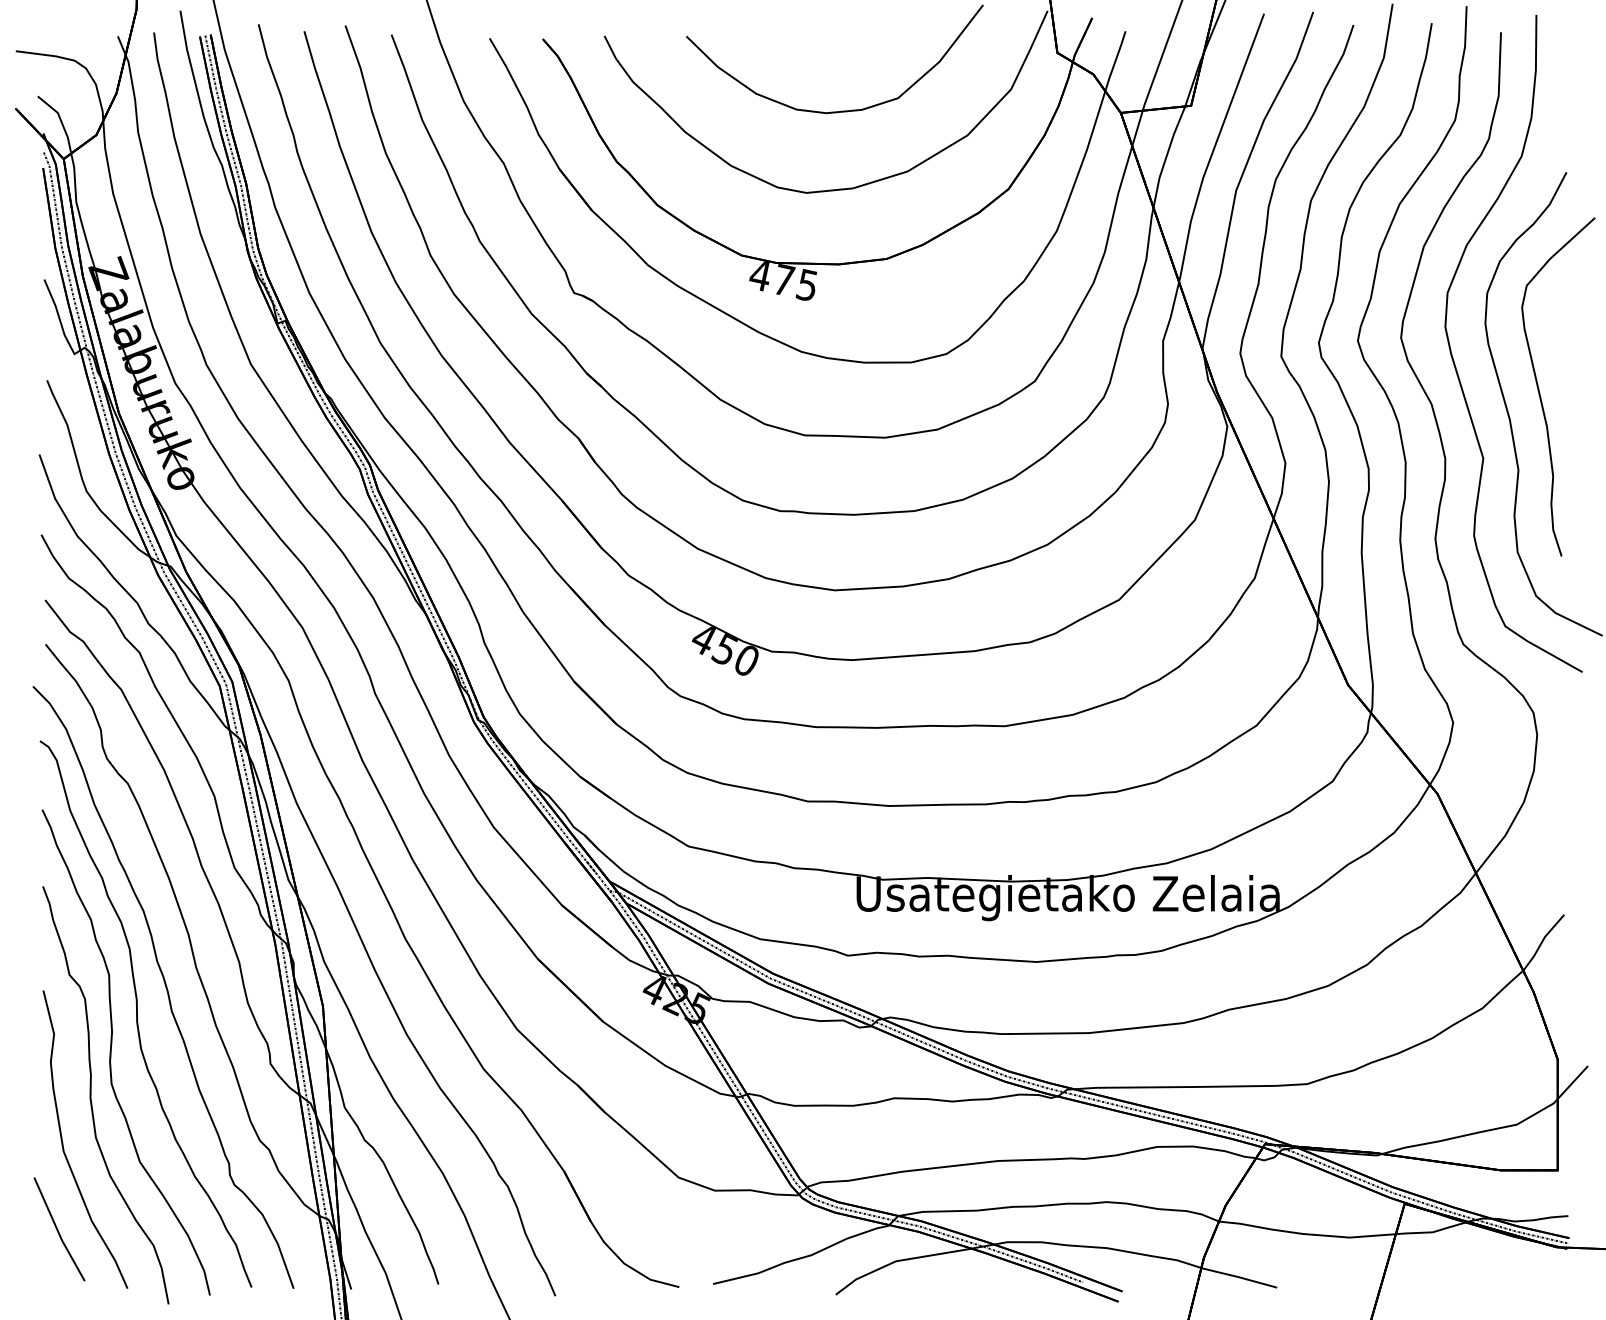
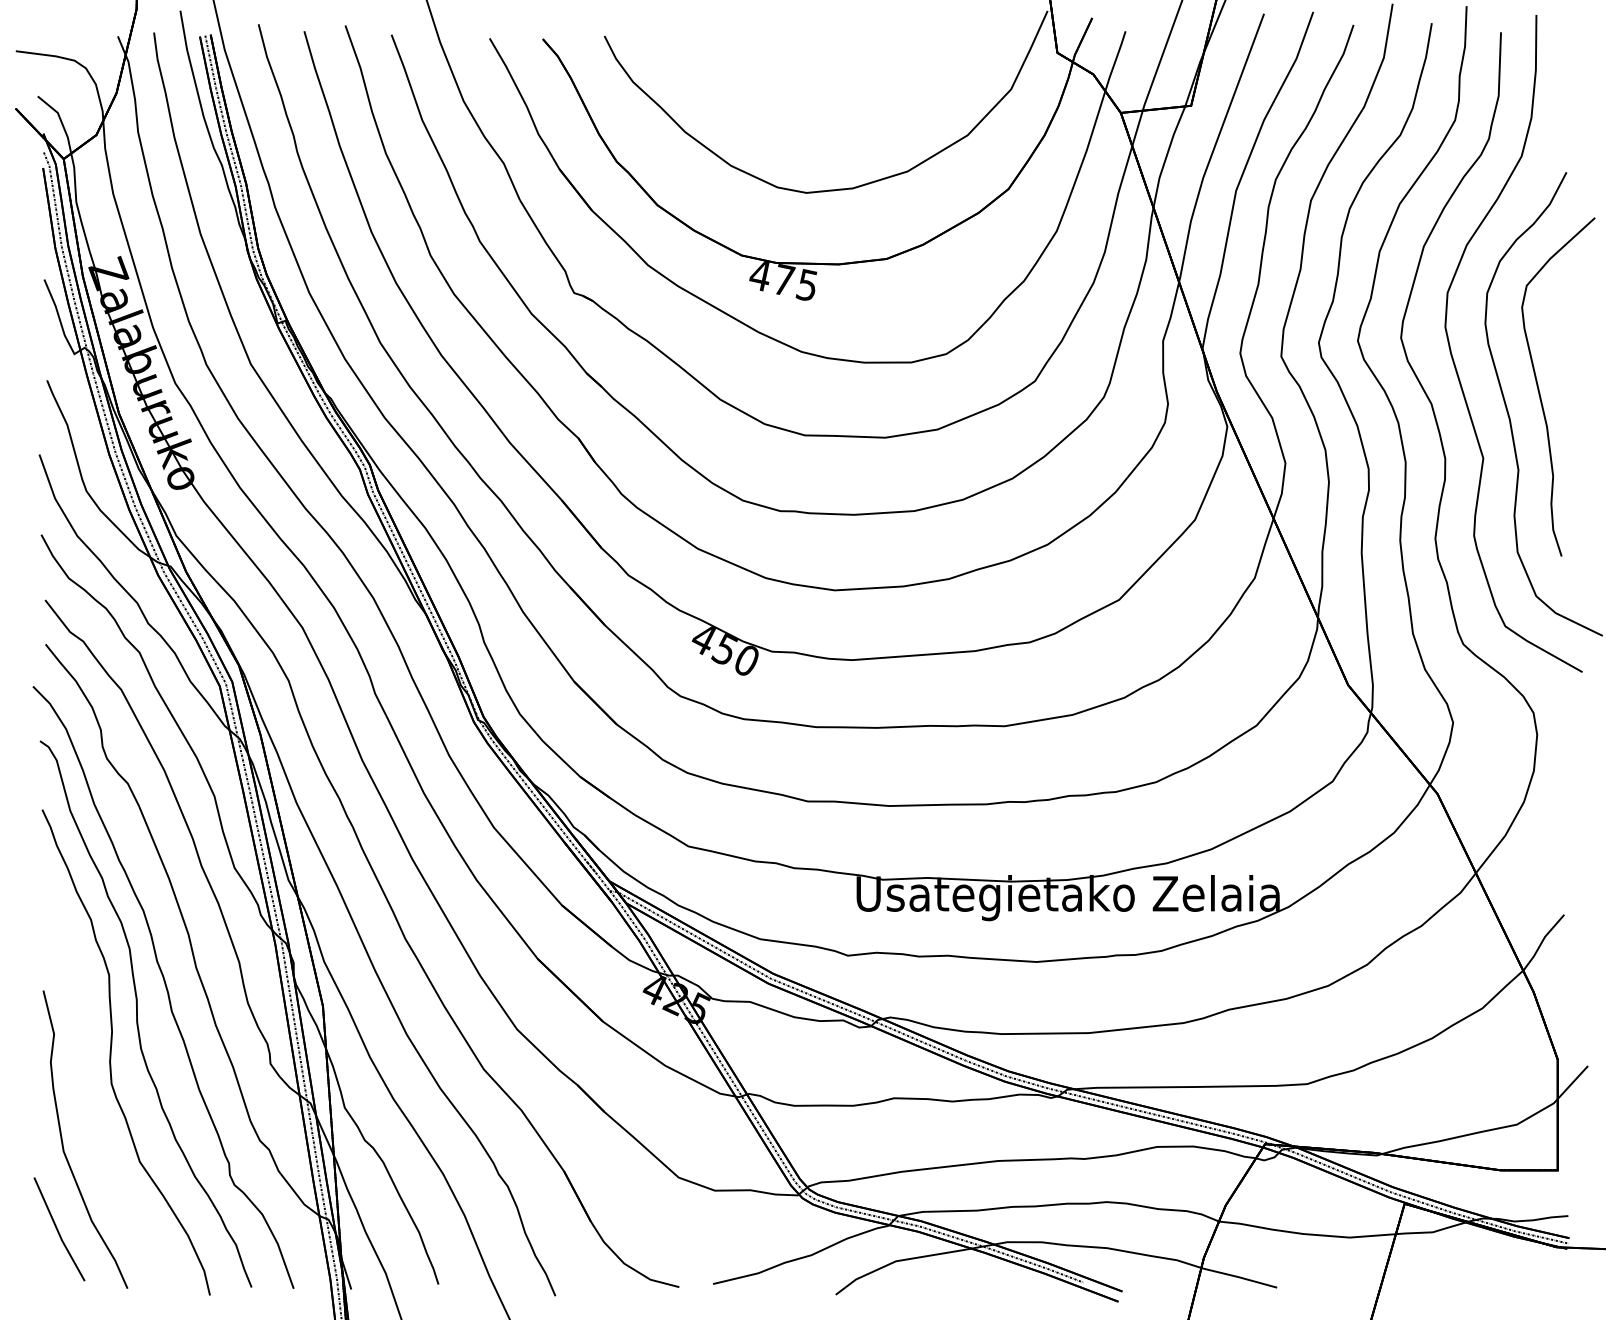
curve at (841, 110): present -> none
curve at (91, 1095): present -> none
